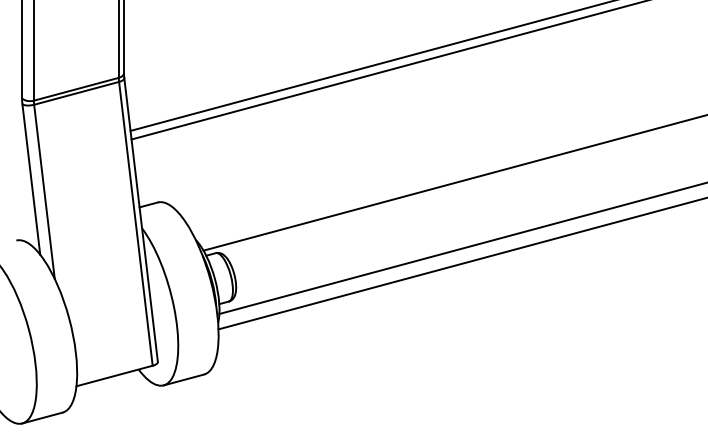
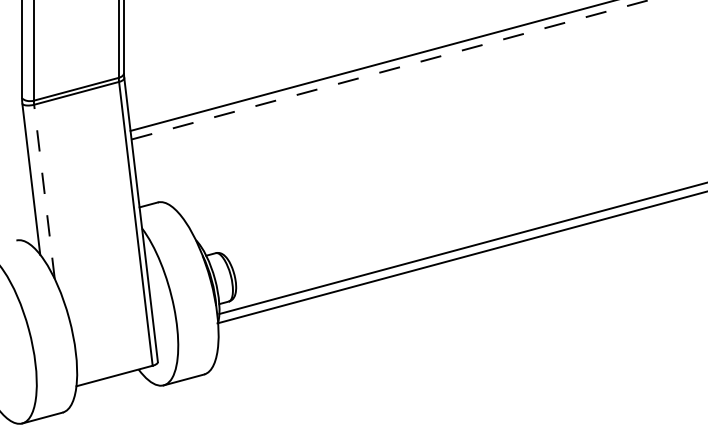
line at (390, 69): solid -> dashed
line at (453, 182): present -> none
line at (44, 191): solid -> dashed
line at (461, 263) position: (461, 263) -> (460, 257)
